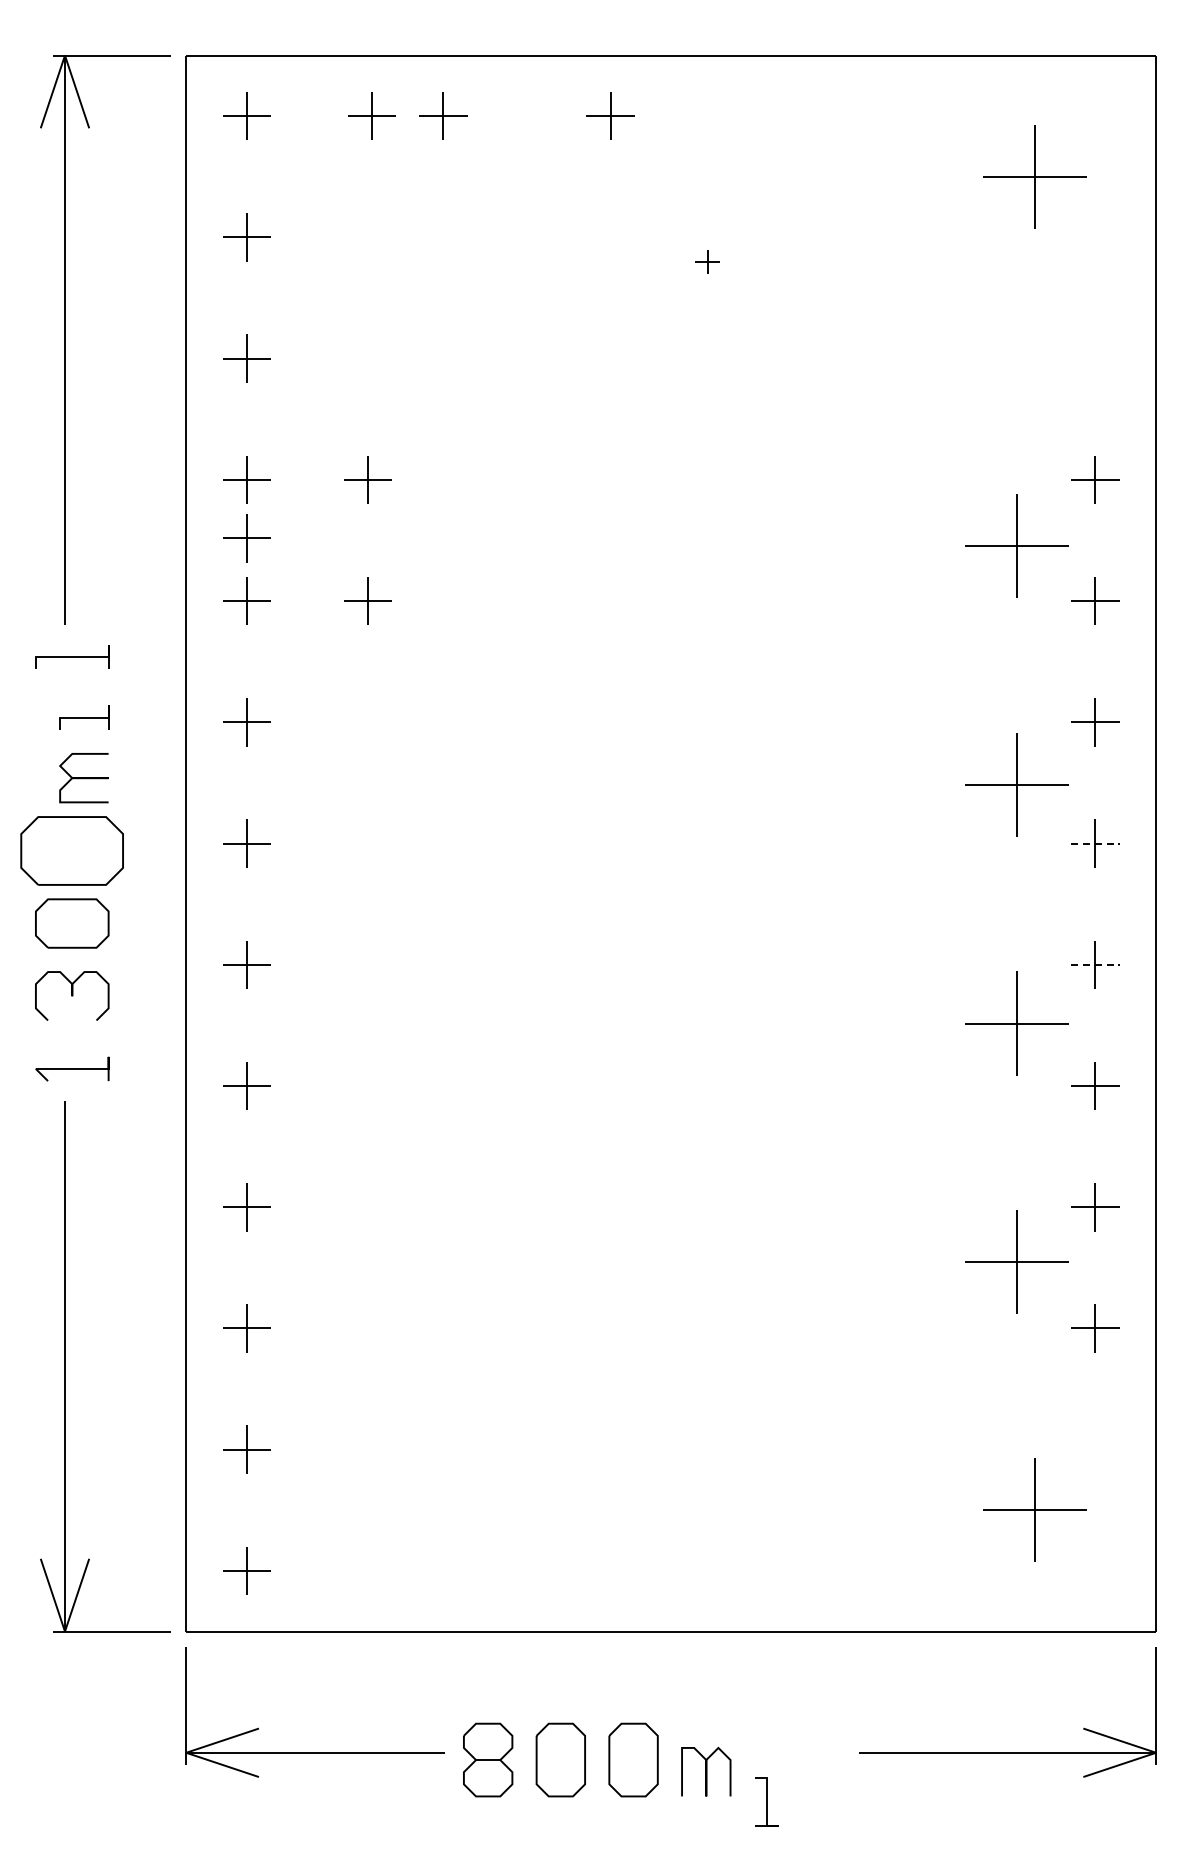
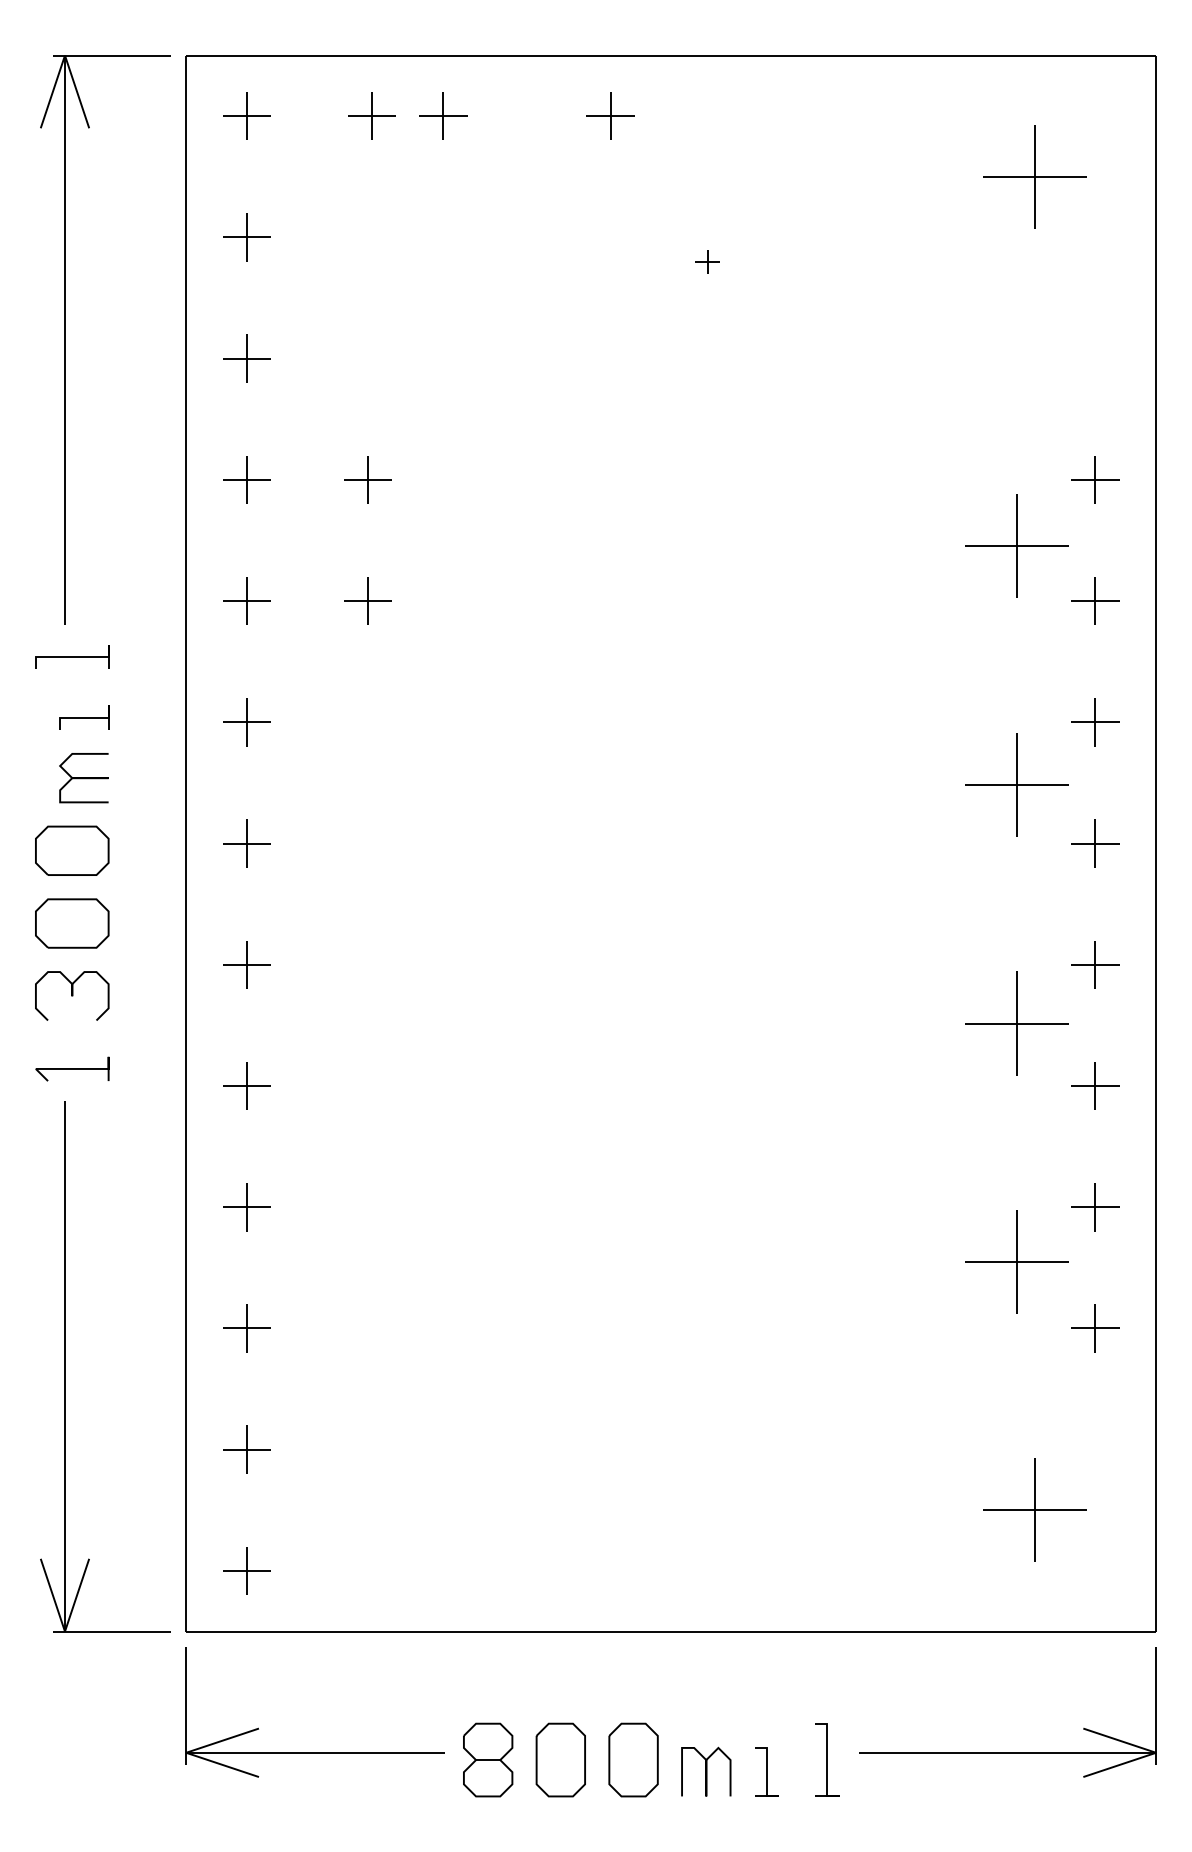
part at (246, 538): present -> none
line at (1095, 843): dashed -> solid
part at (71, 850) size: 104x70 px -> 75x51 px
line at (1095, 964): dashed -> solid
line at (827, 1759): none -> present
line at (766, 1801) position: (766, 1801) -> (766, 1771)
